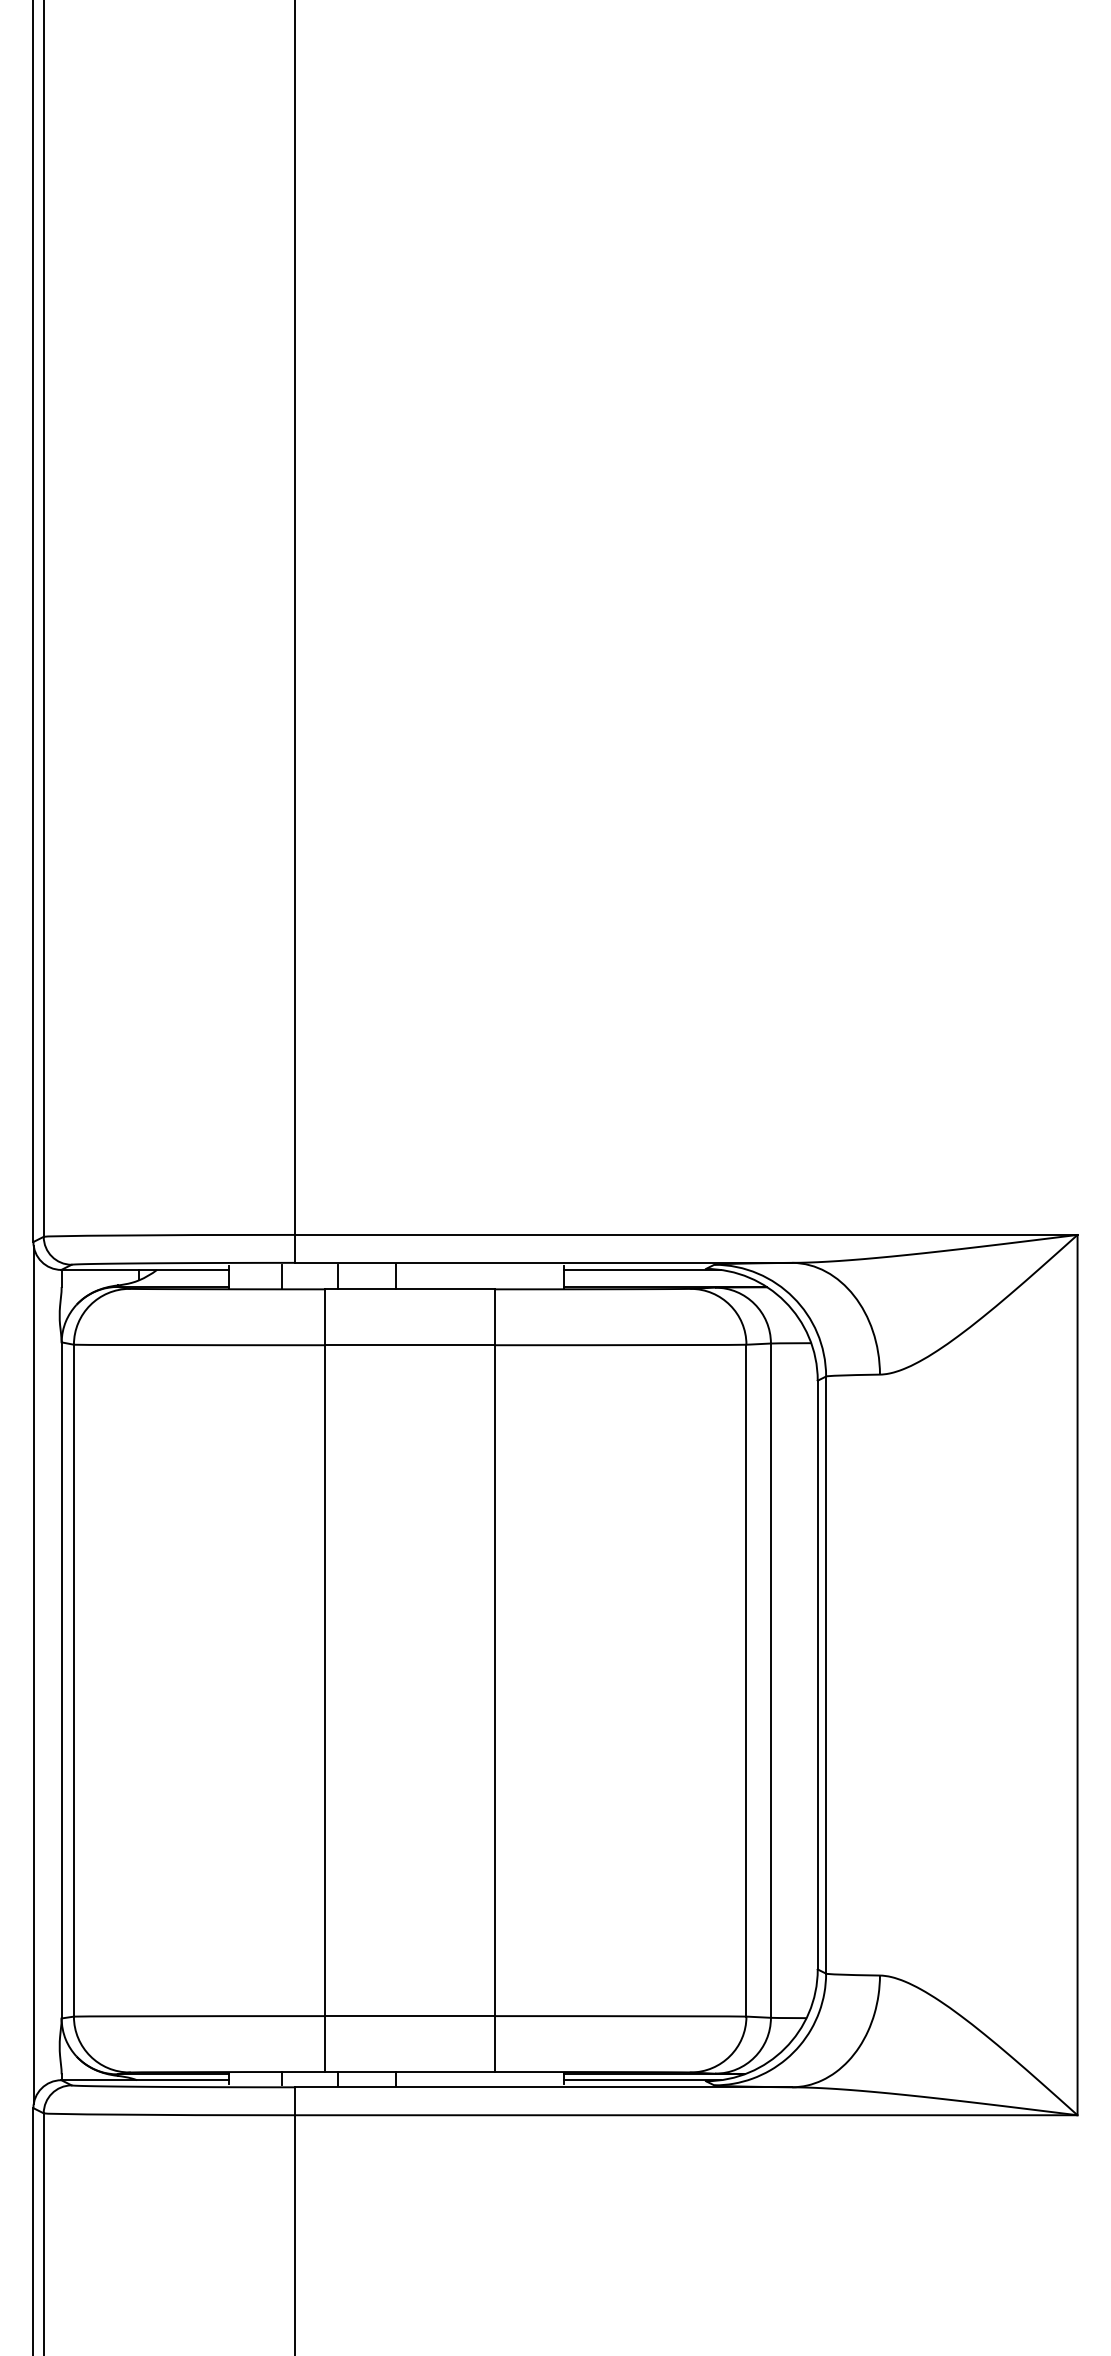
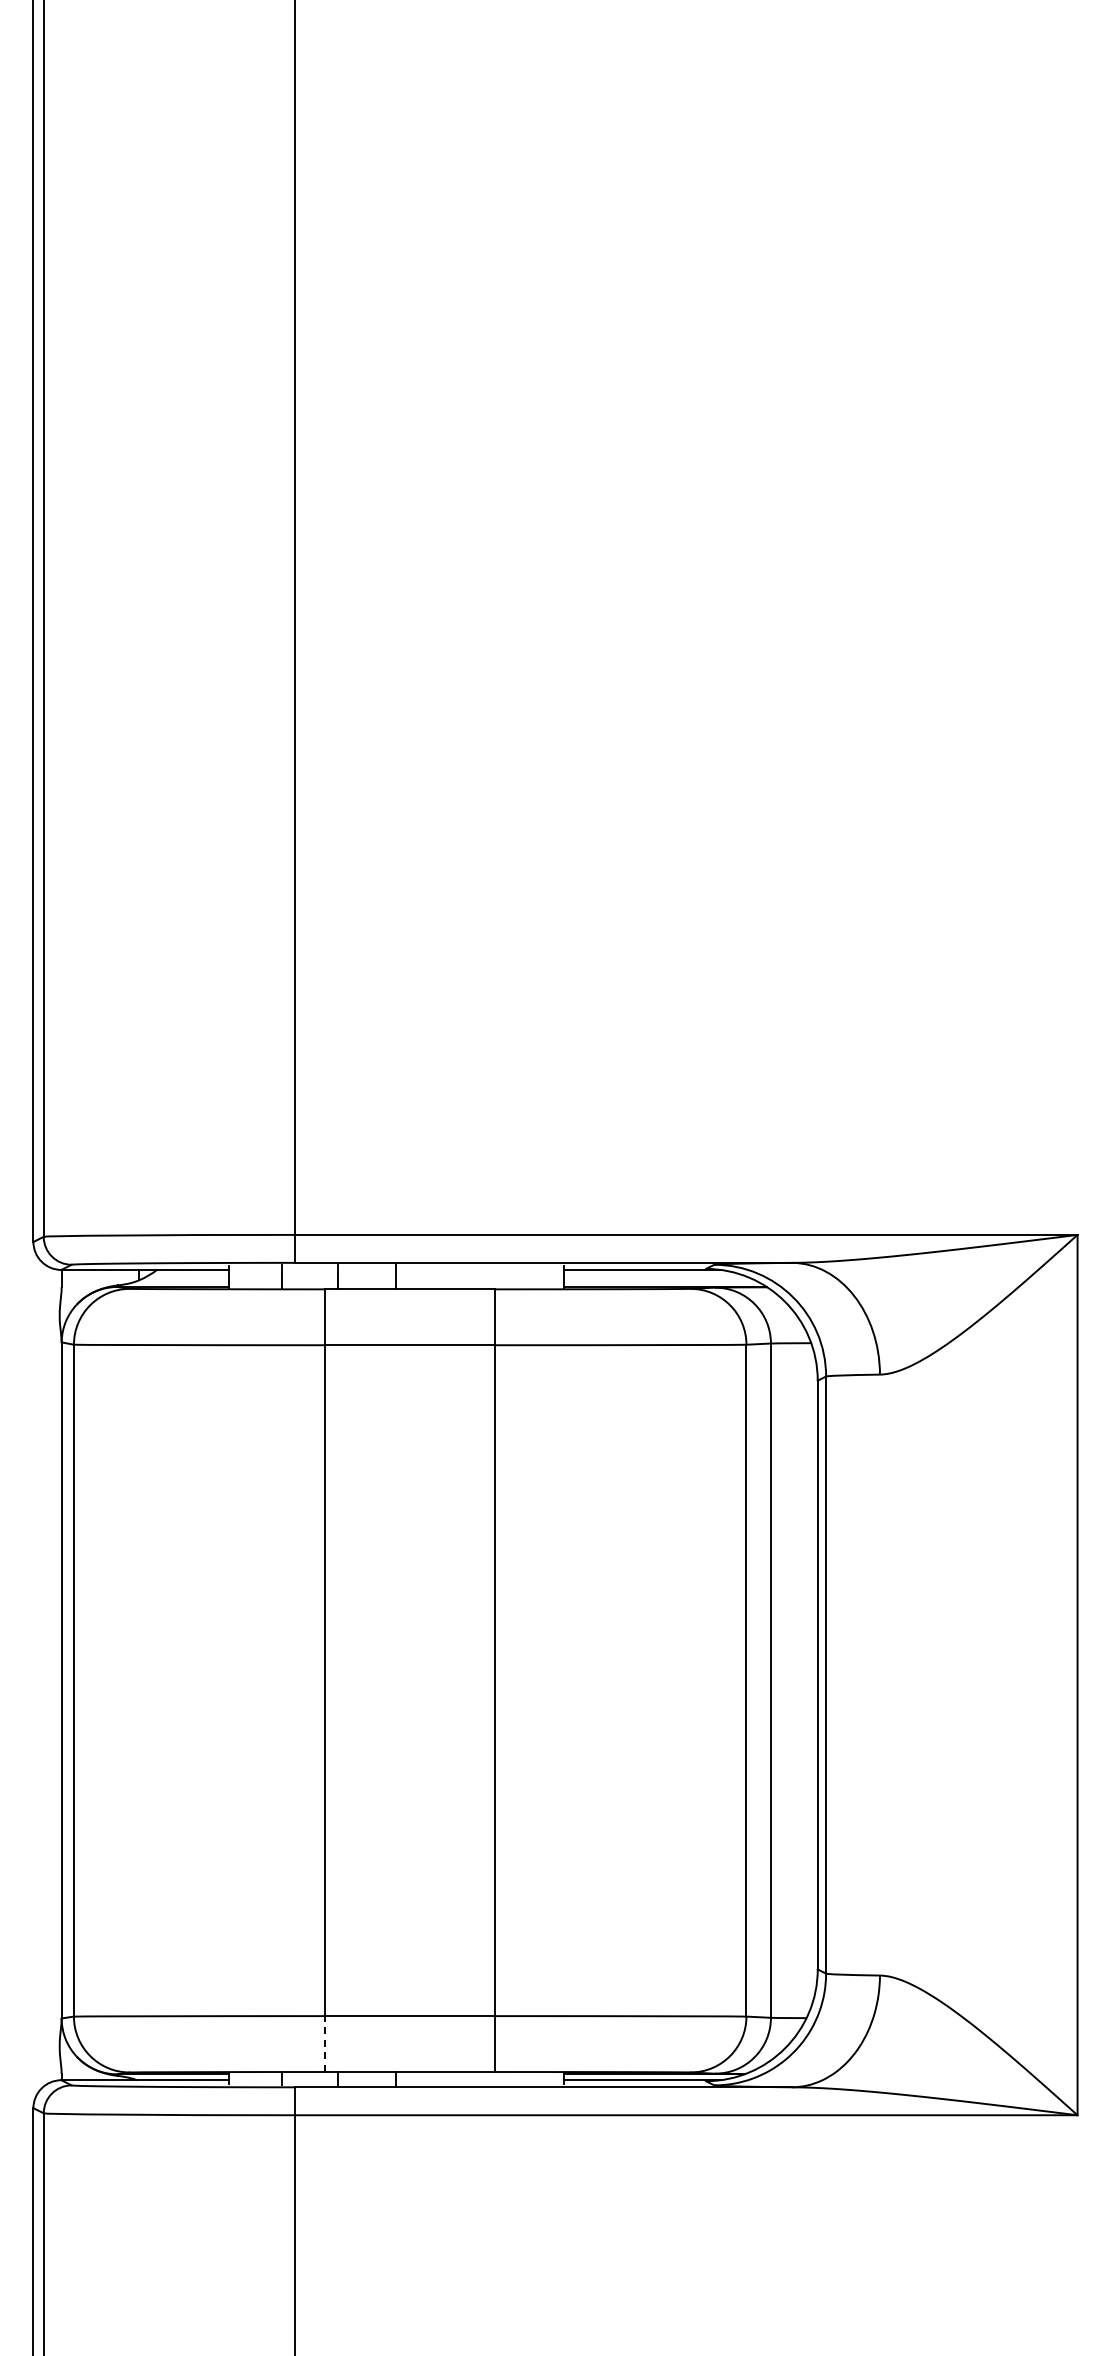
line at (33, 1674): present -> none
line at (325, 2044): solid -> dashed
